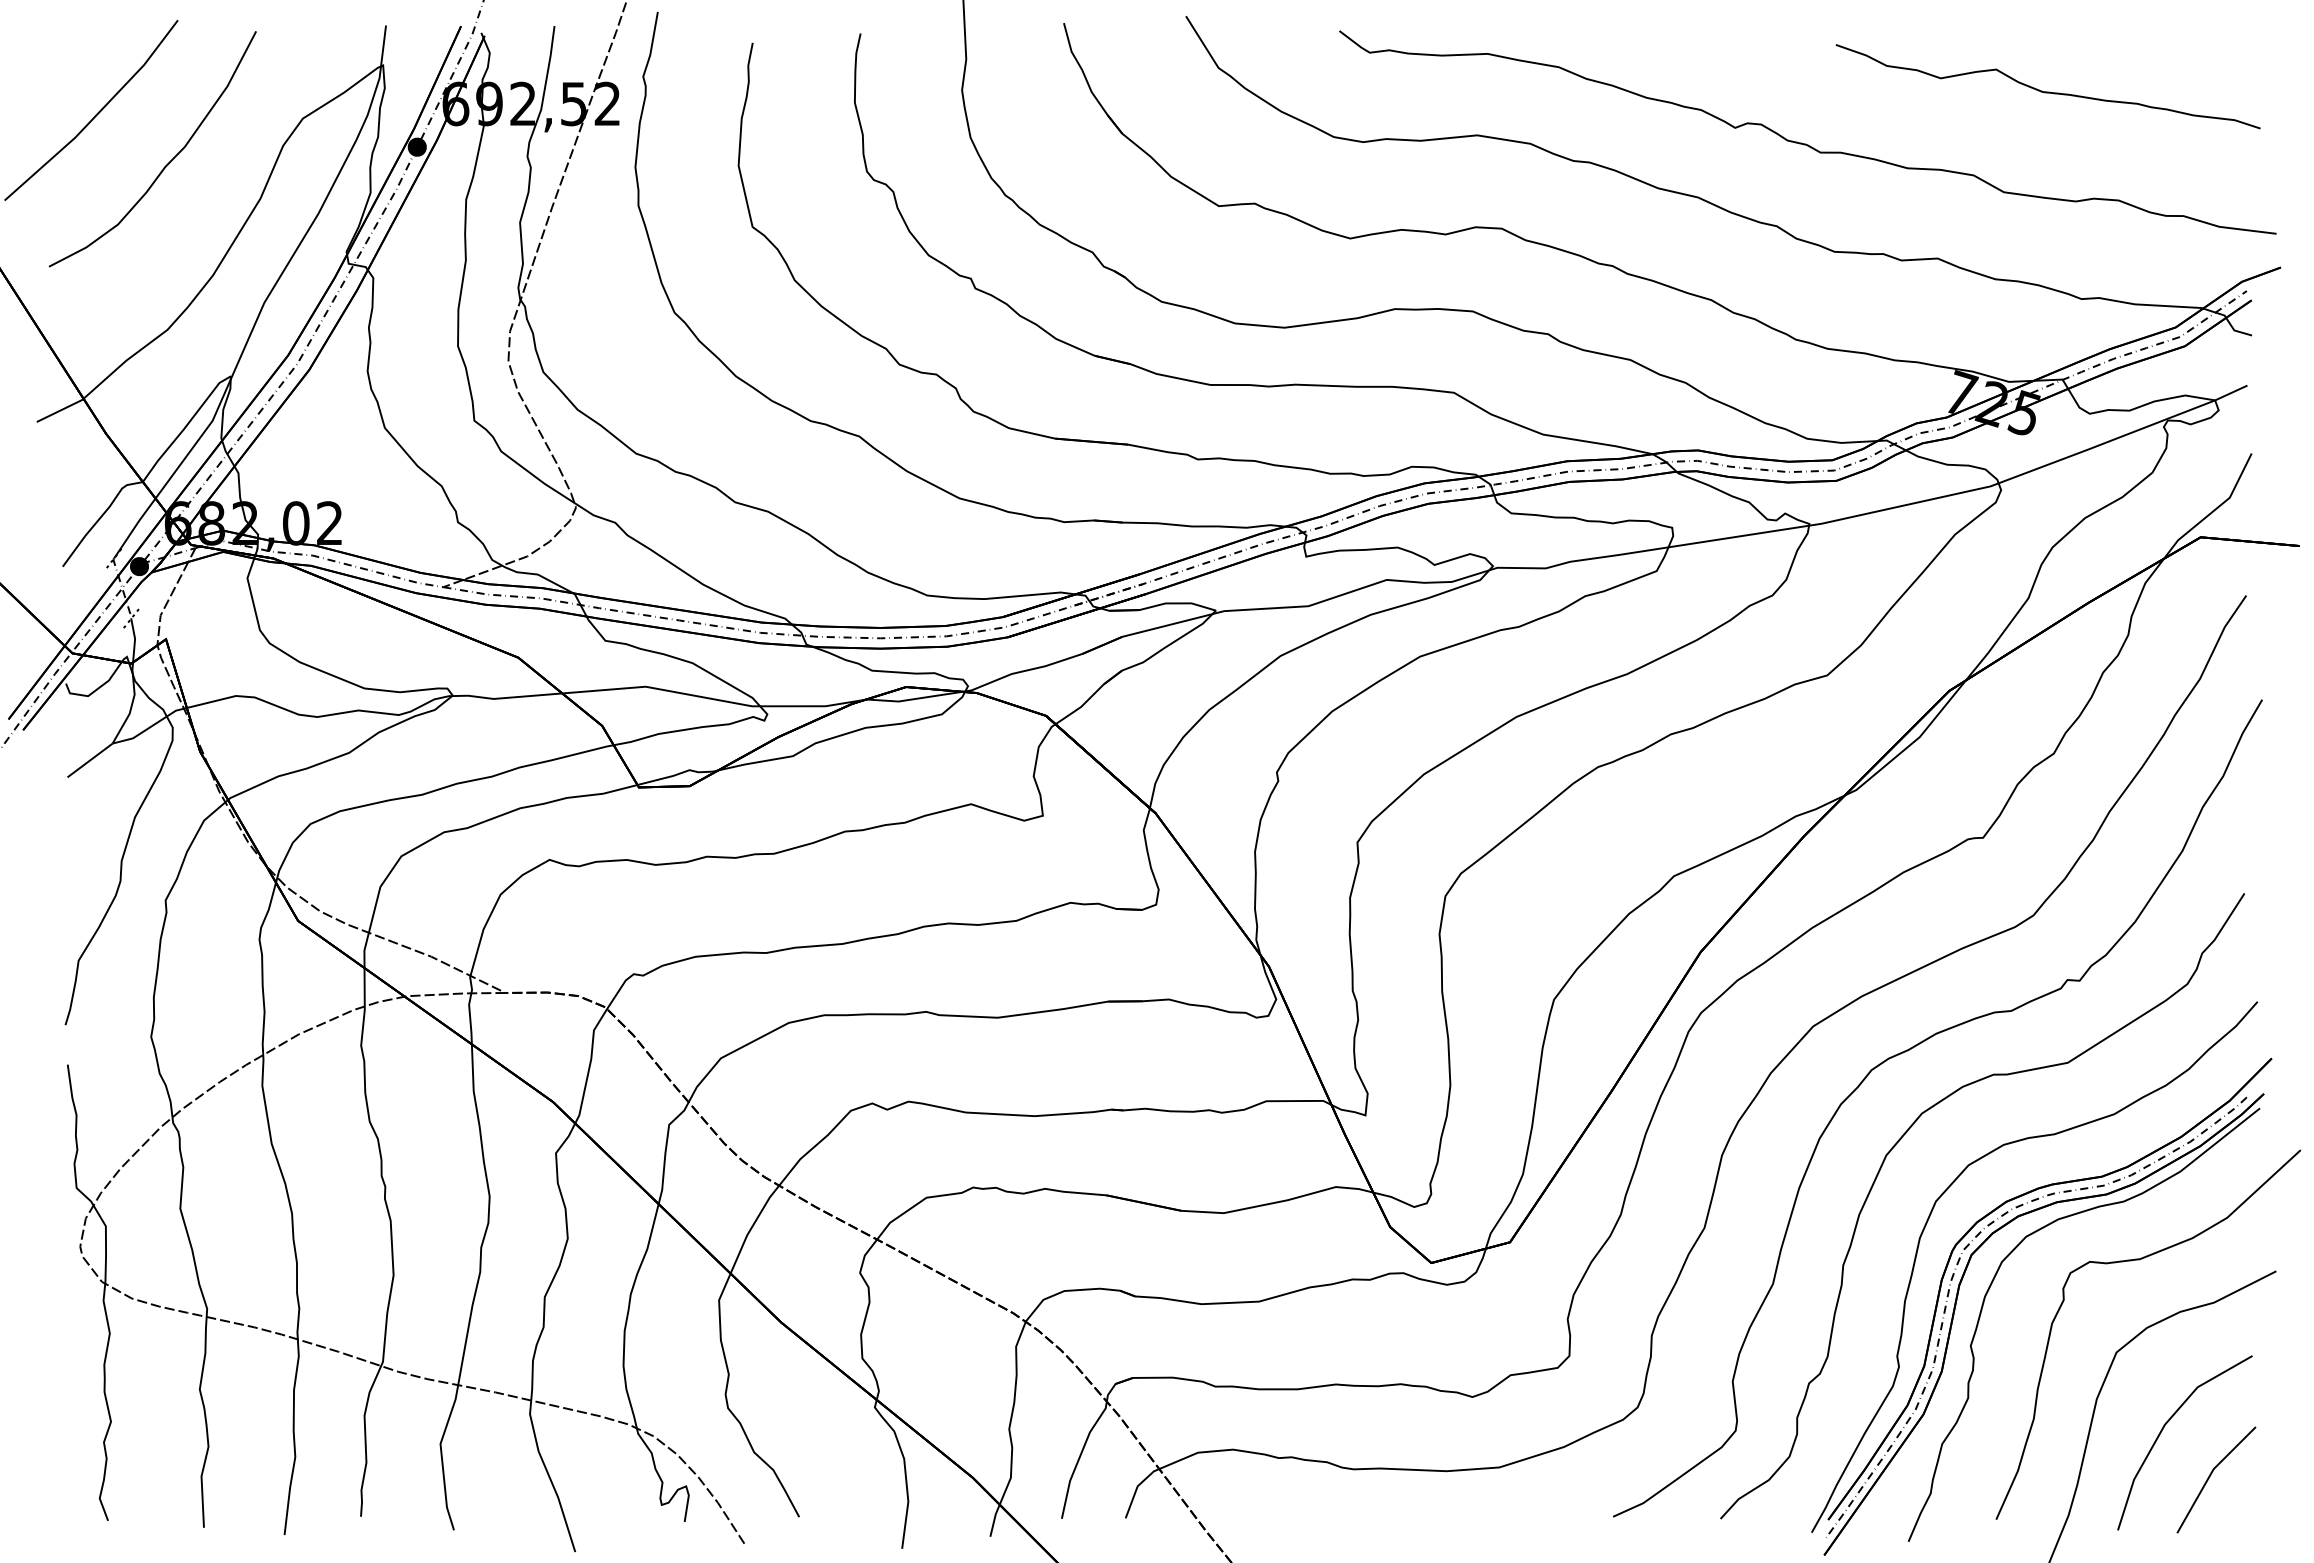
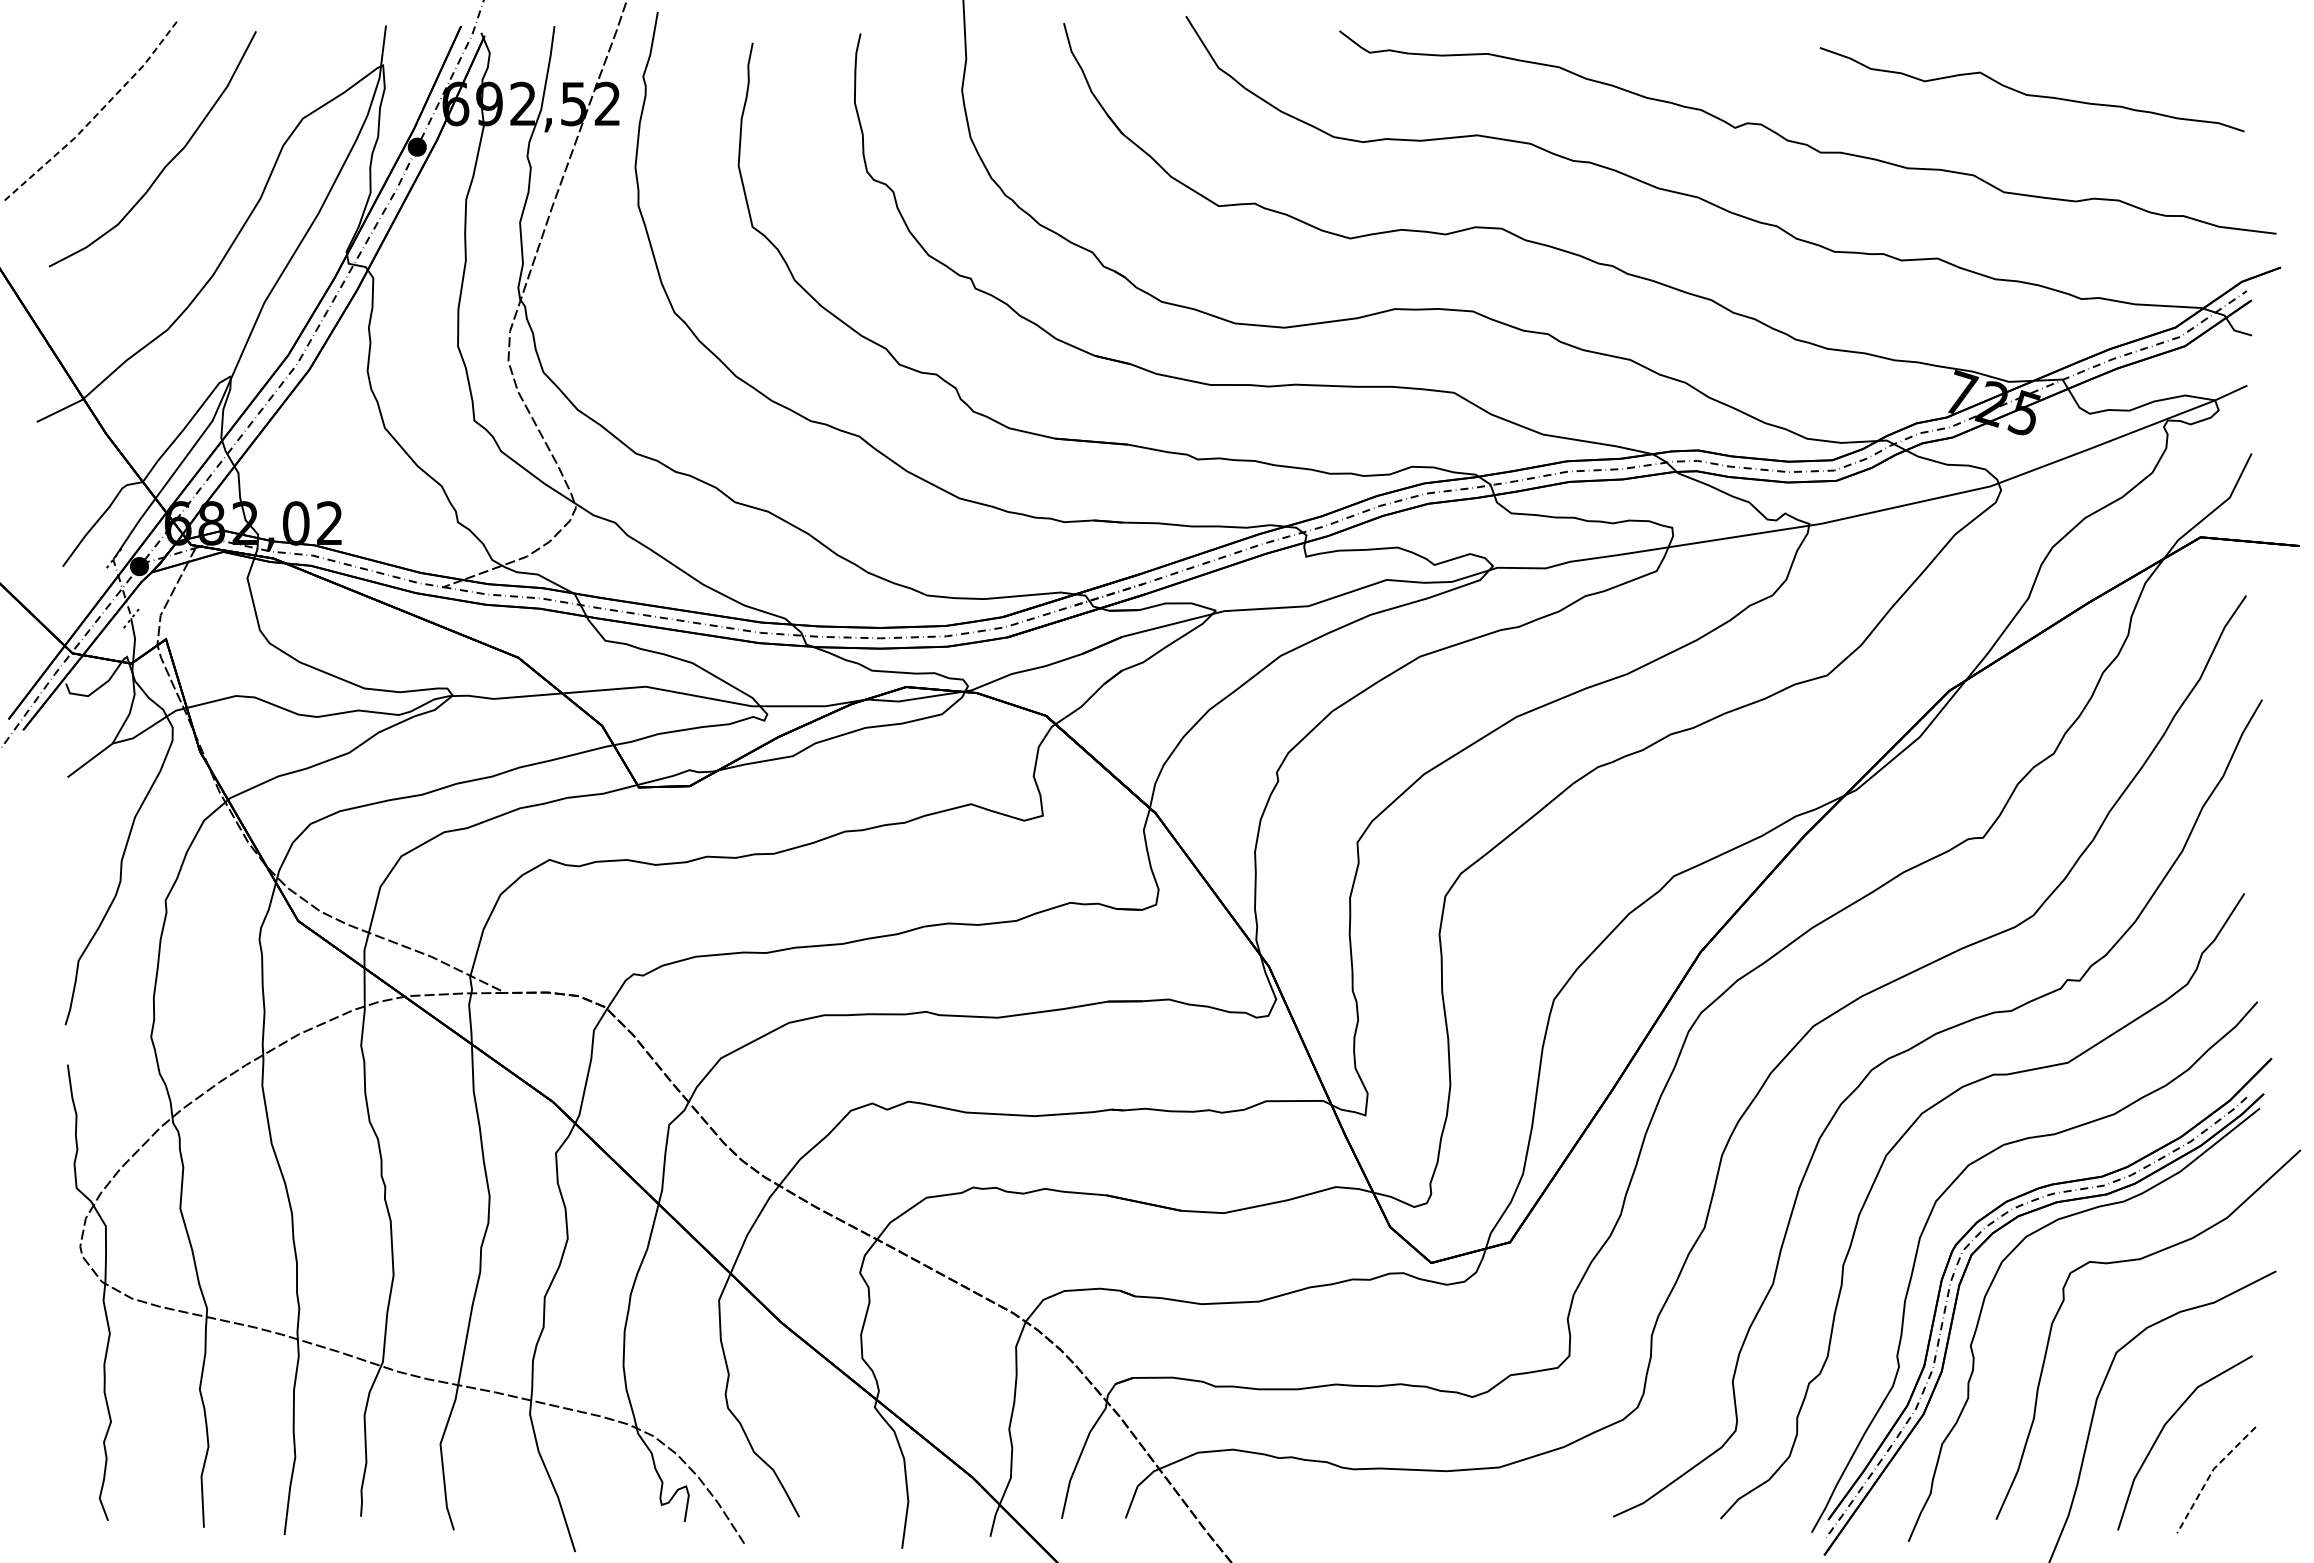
curve at (2047, 91) position: (2047, 91) -> (2031, 94)
line at (97, 114): solid -> dashed
line at (2210, 1475): solid -> dashed
